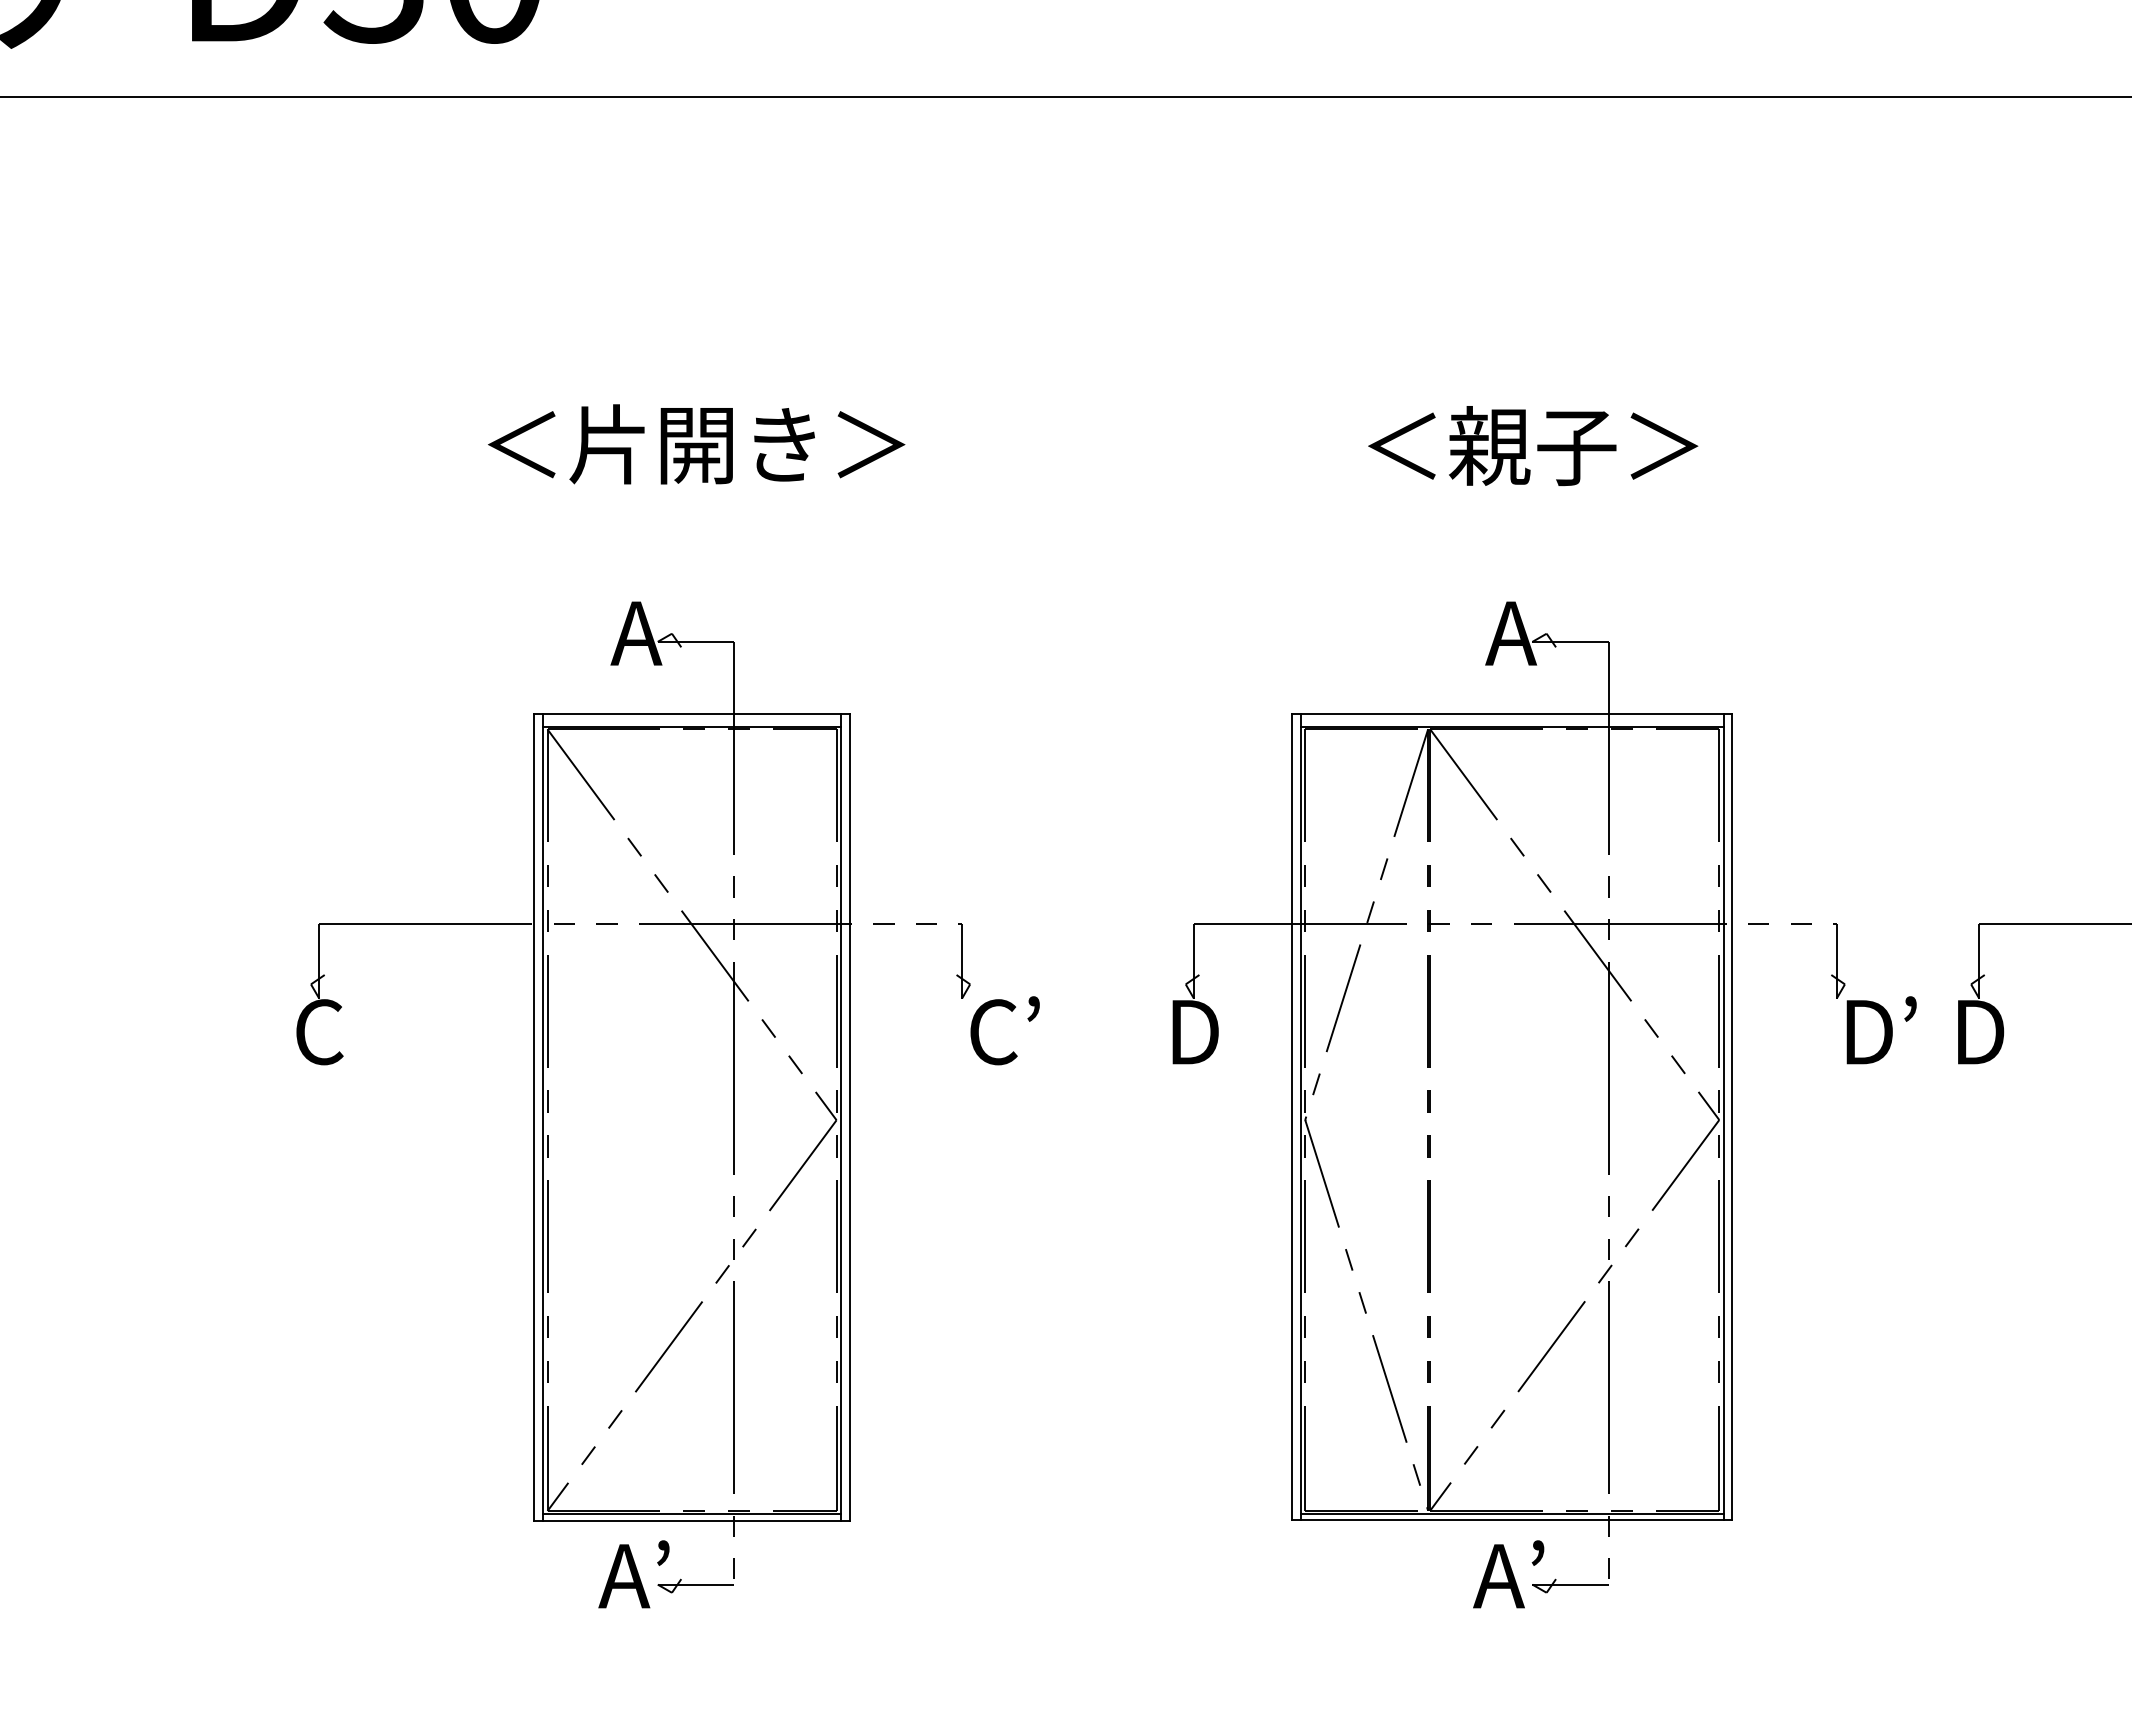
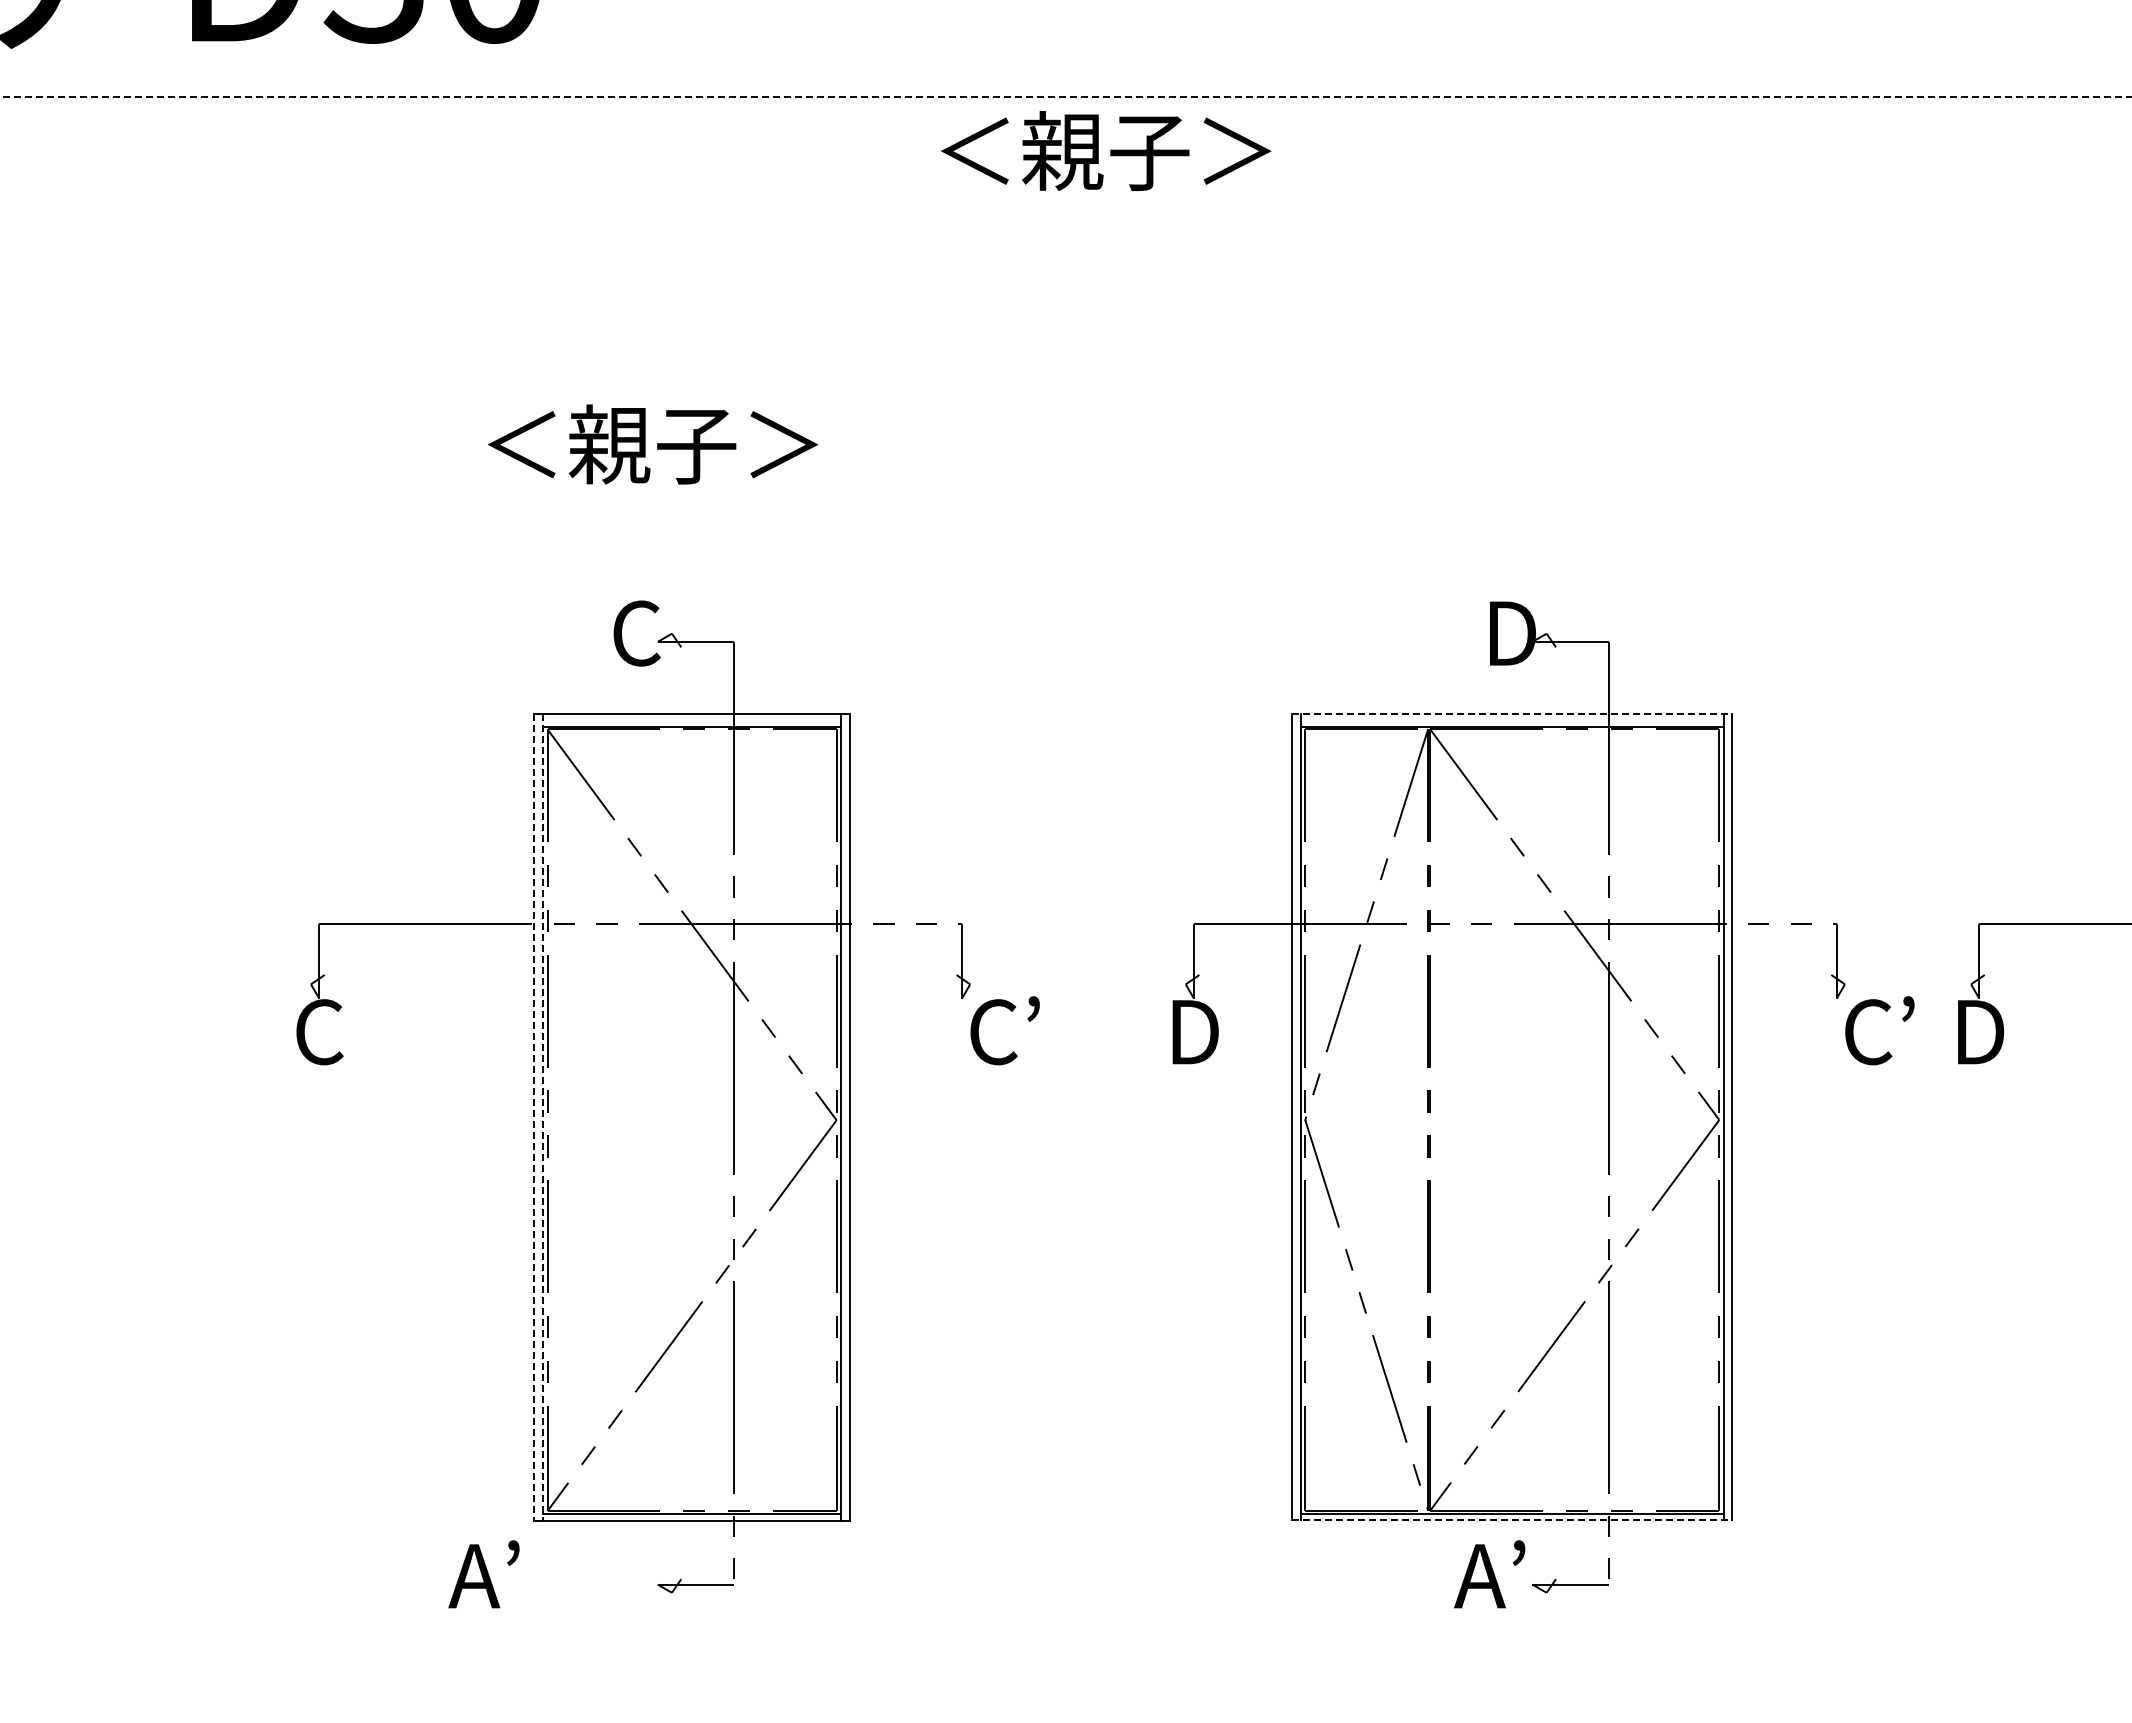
line at (1066, 97): solid -> dashed
text at (736, 444): ＜片開き＞ -> ＜親子＞
text at (1533, 446) position: (1533, 446) -> (1106, 151)
text at (636, 633): A -> C
text at (1511, 633): A -> D
line at (1512, 714): solid -> dashed
text at (1880, 1030): D’ -> C’
line at (534, 1118): solid -> dashed
line at (543, 1118): solid -> dashed
line at (1512, 1520): solid -> dashed
text at (633, 1574) position: (633, 1574) -> (483, 1574)
text at (1508, 1574) position: (1508, 1574) -> (1489, 1574)
